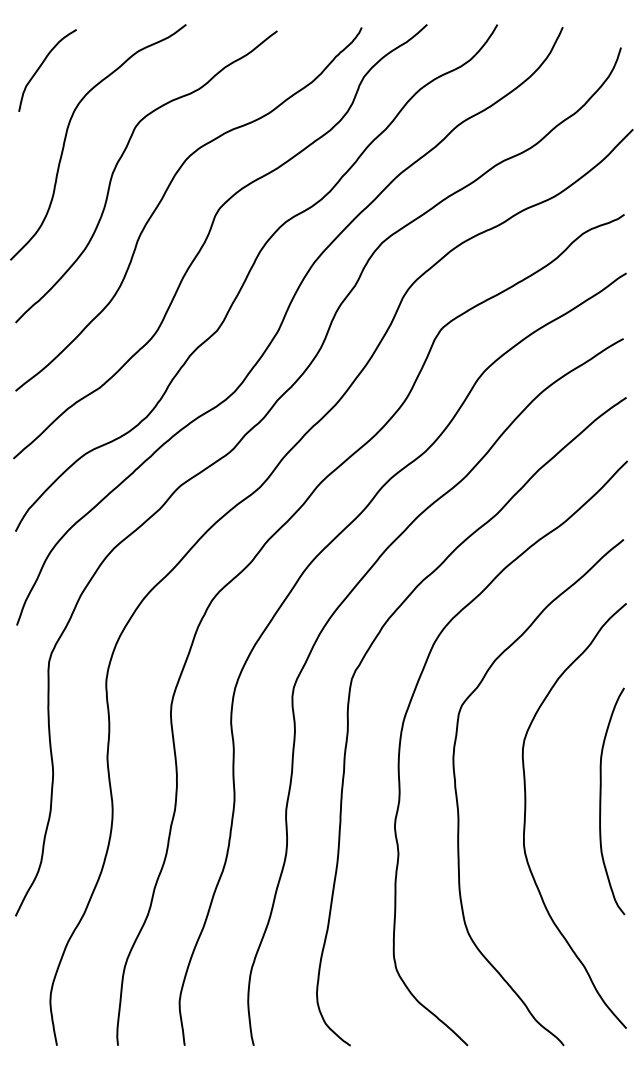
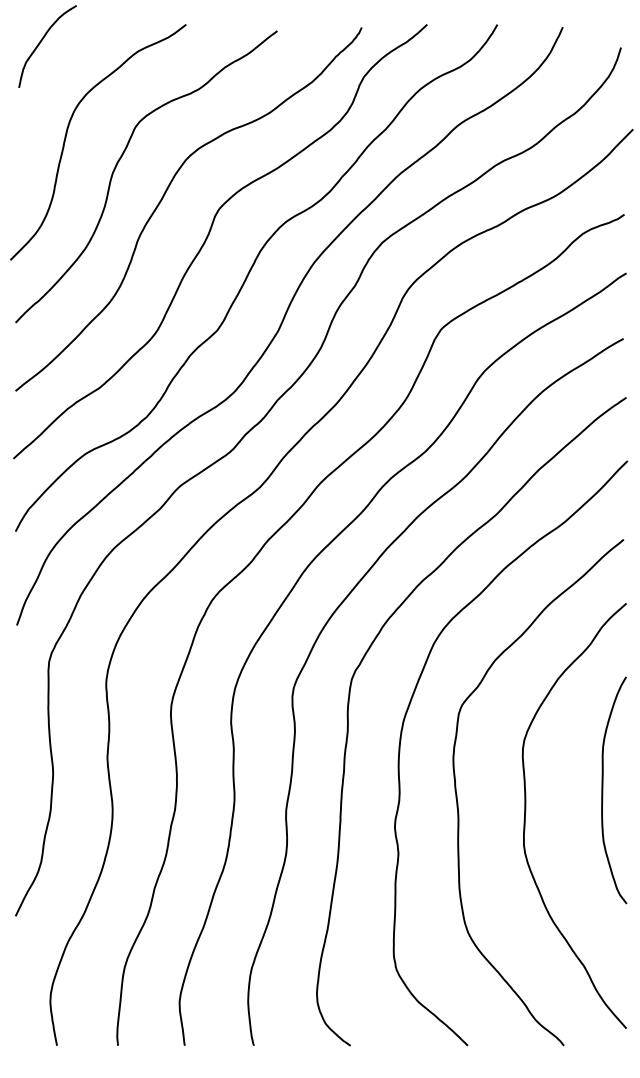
curve at (41, 66) position: (41, 66) -> (41, 42)
curve at (601, 801) position: (601, 801) -> (603, 790)
